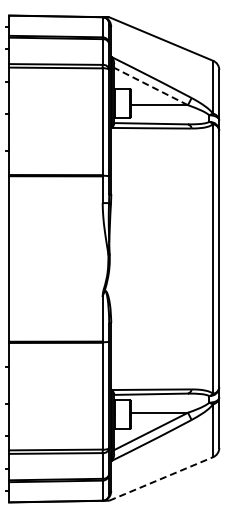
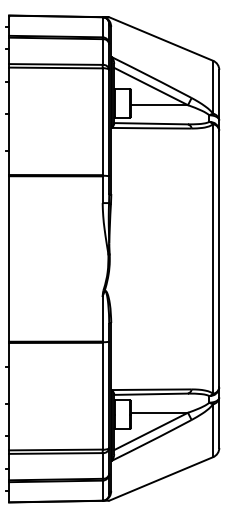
line at (150, 86): dashed -> solid
line at (161, 478): dashed -> solid
